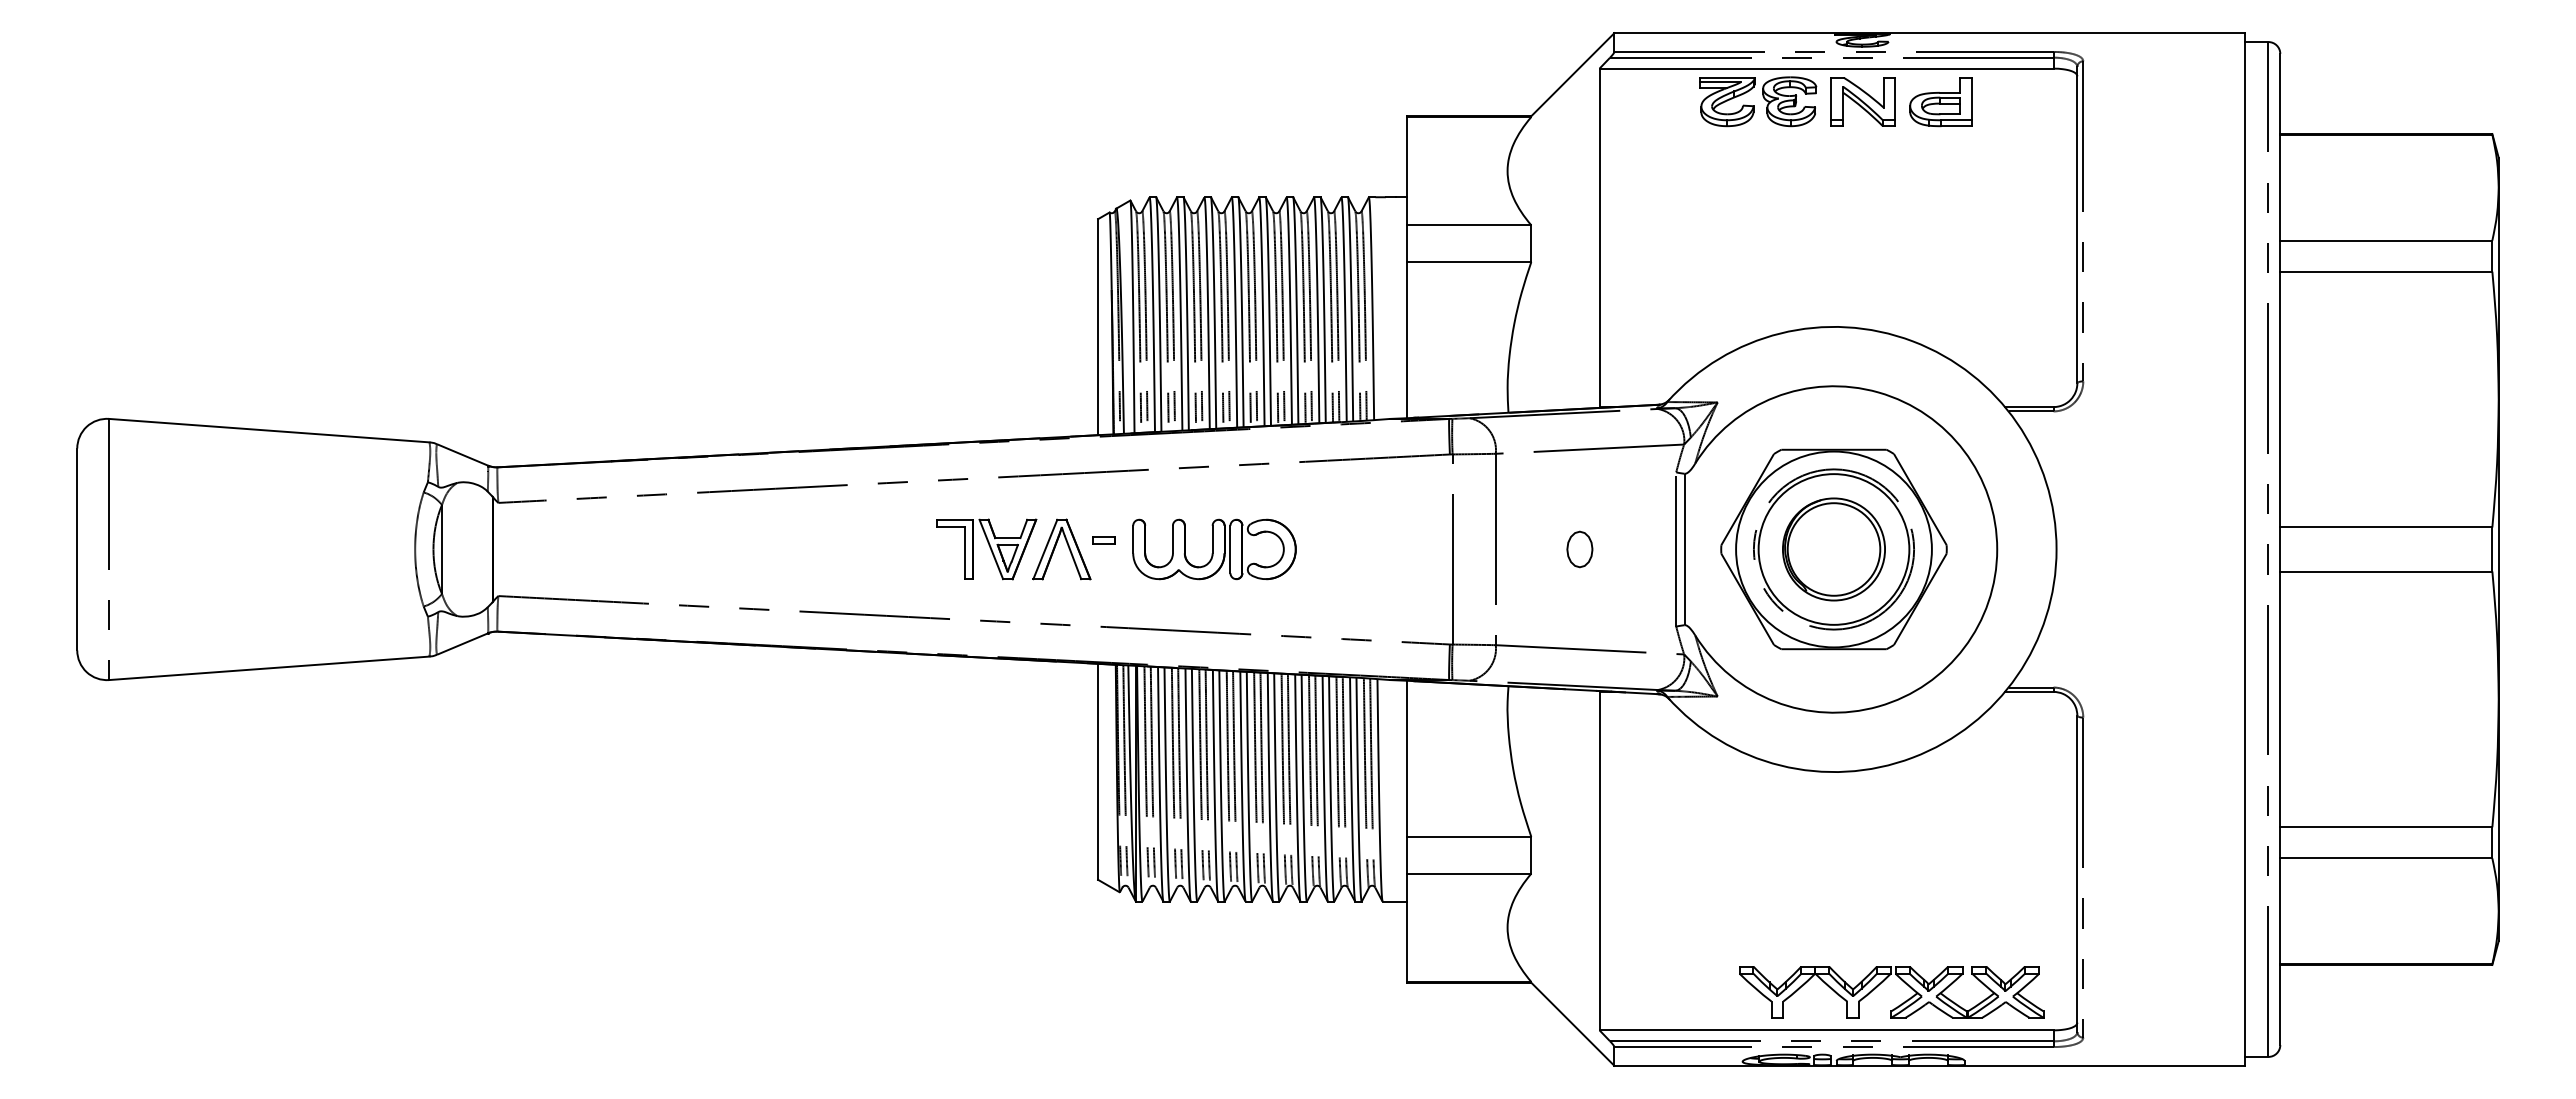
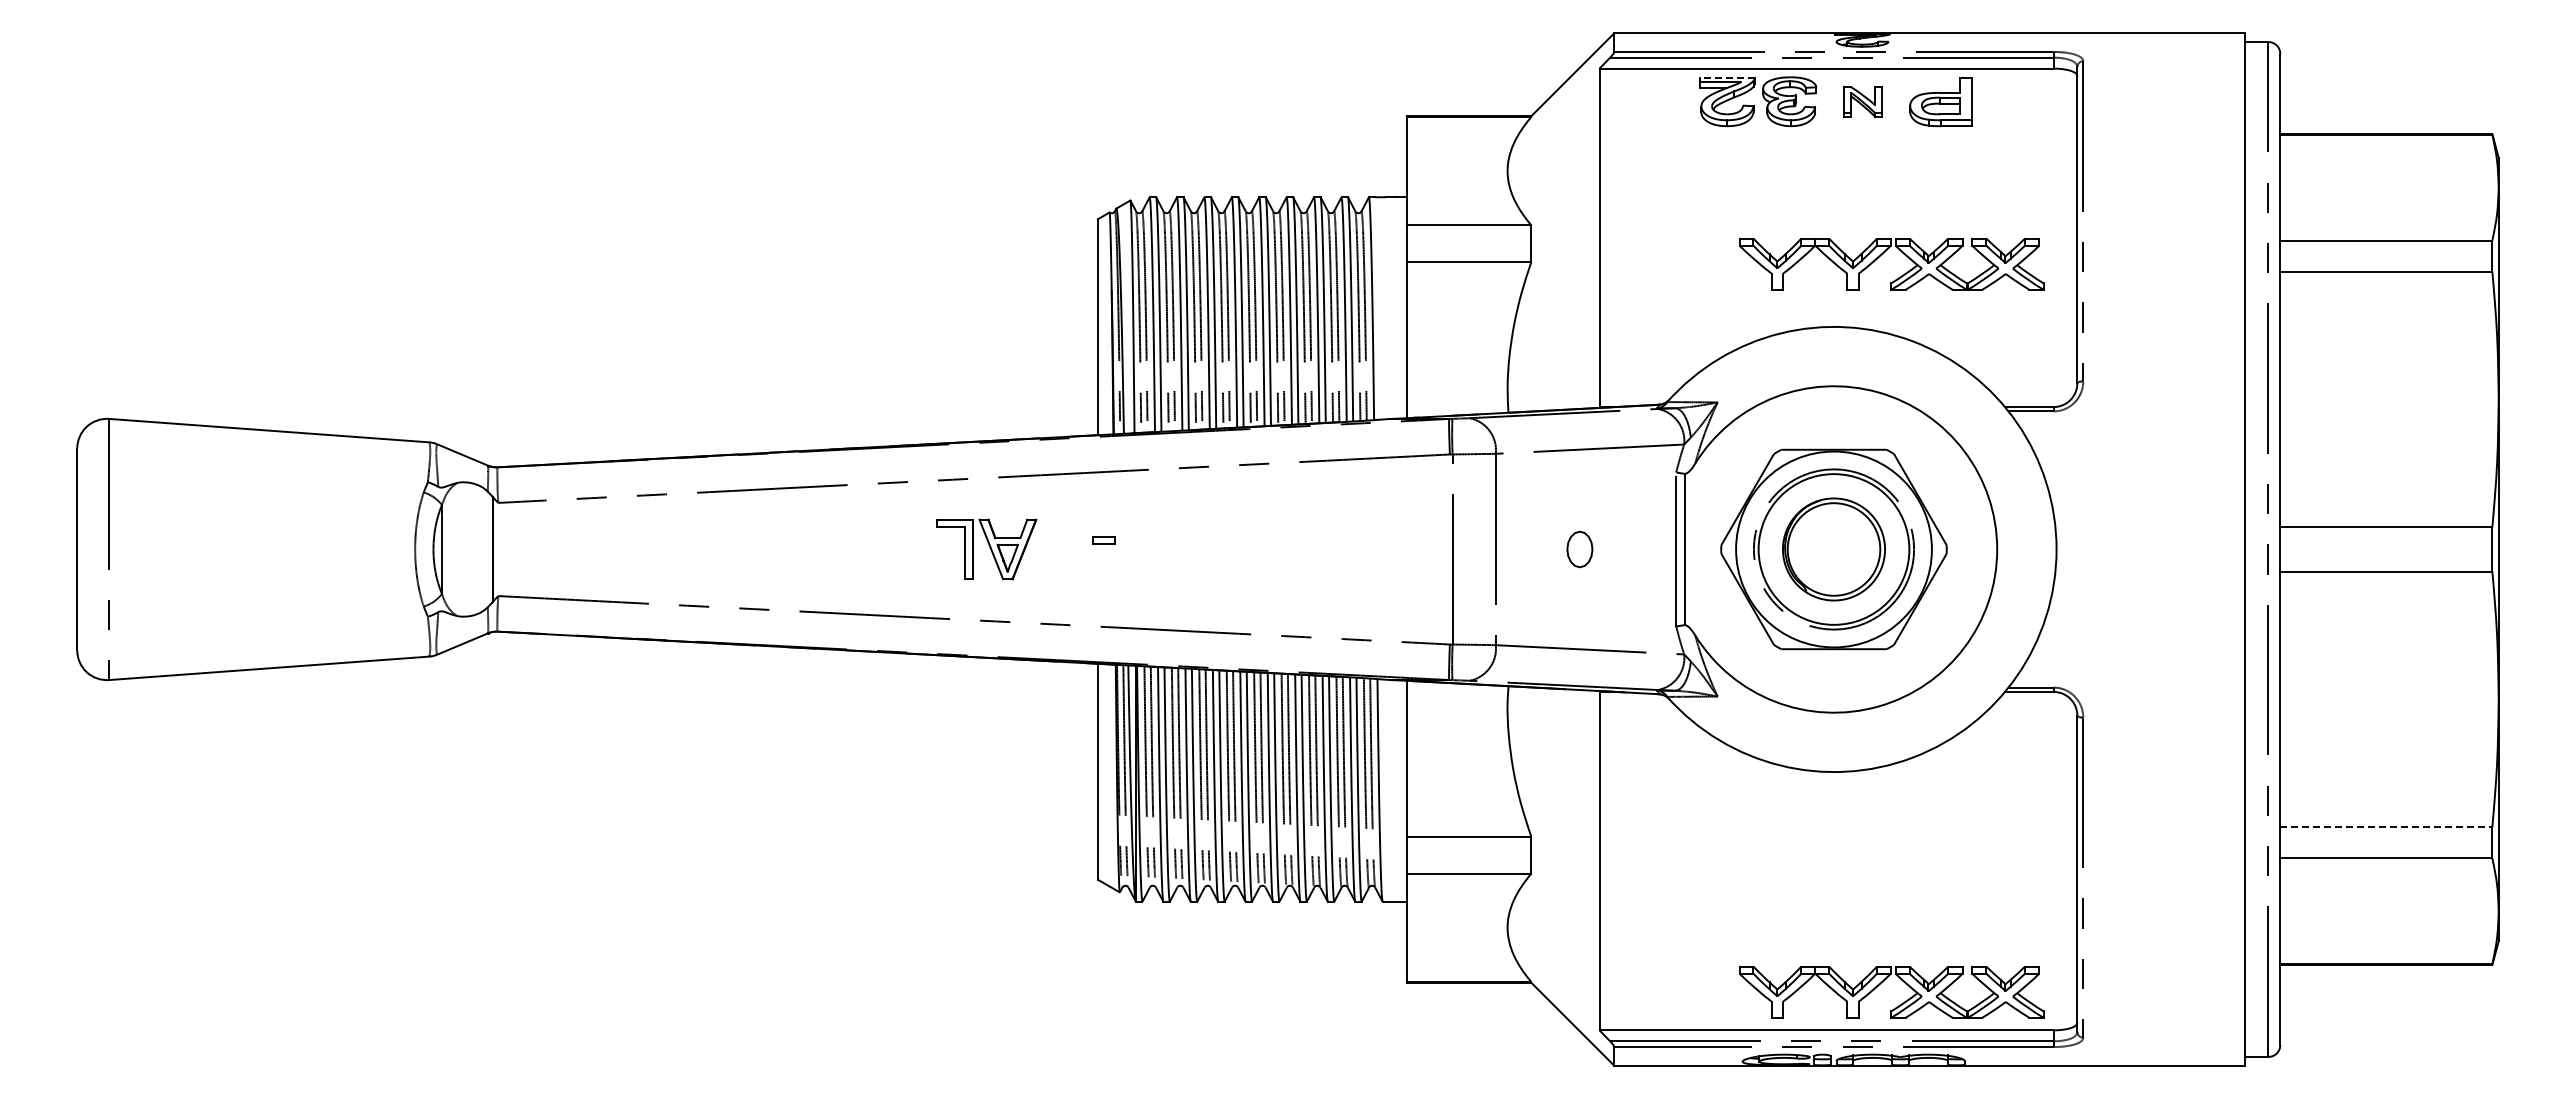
line at (1727, 77): solid -> dashed
part at (1862, 101) size: 66x50 px -> 40x32 px
part at (1883, 254): none -> present
part at (1055, 548): present -> none
part at (1214, 549): present -> none
line at (2386, 827): solid -> dashed
